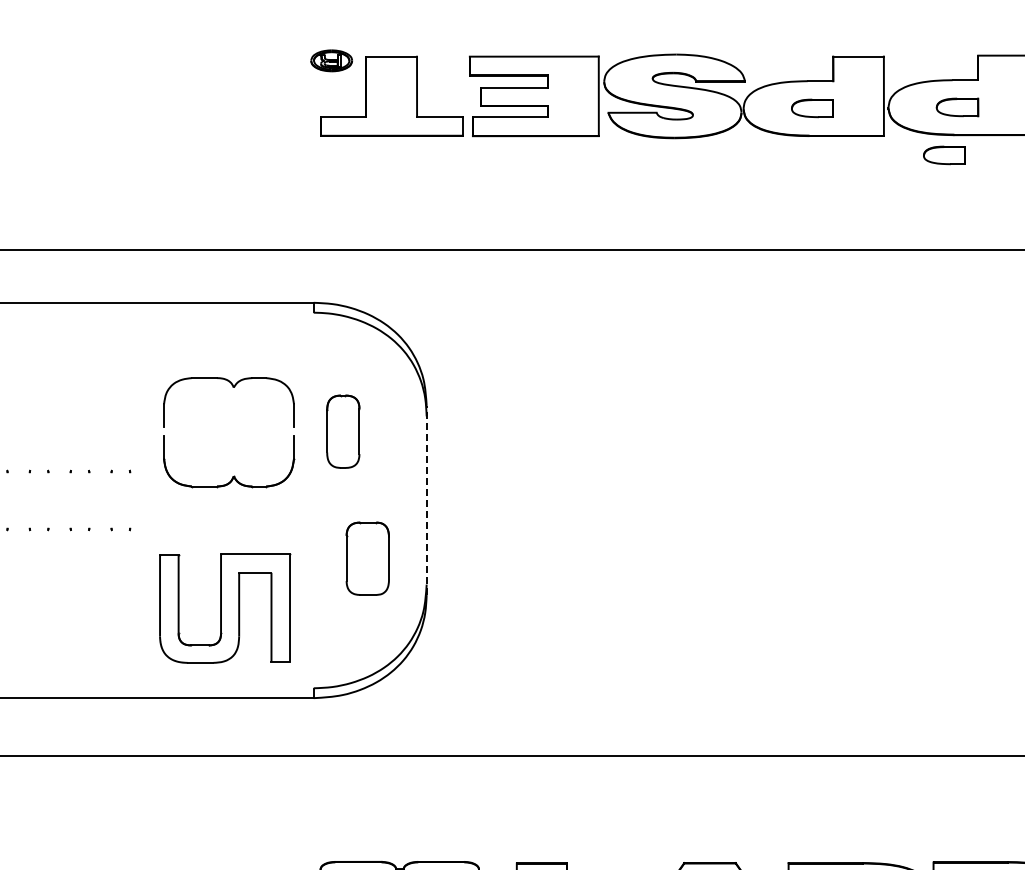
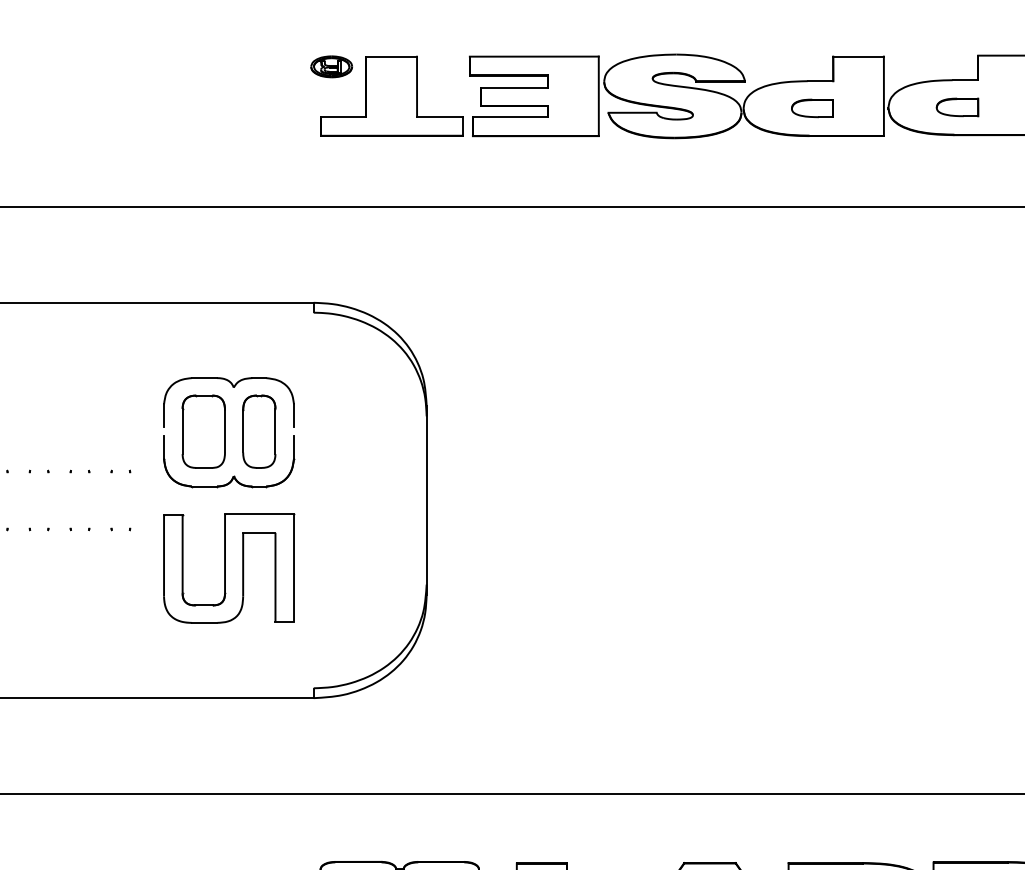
part at (331, 60) position: (331, 60) -> (331, 66)
part at (944, 155): present -> none
line at (511, 250) position: (511, 250) -> (511, 207)
part at (343, 431) position: (343, 431) -> (259, 431)
line at (426, 500): dashed -> solid
part at (367, 558) position: (367, 558) -> (203, 431)
part at (225, 608) position: (225, 608) -> (229, 568)
line at (511, 755) position: (511, 755) -> (511, 793)
